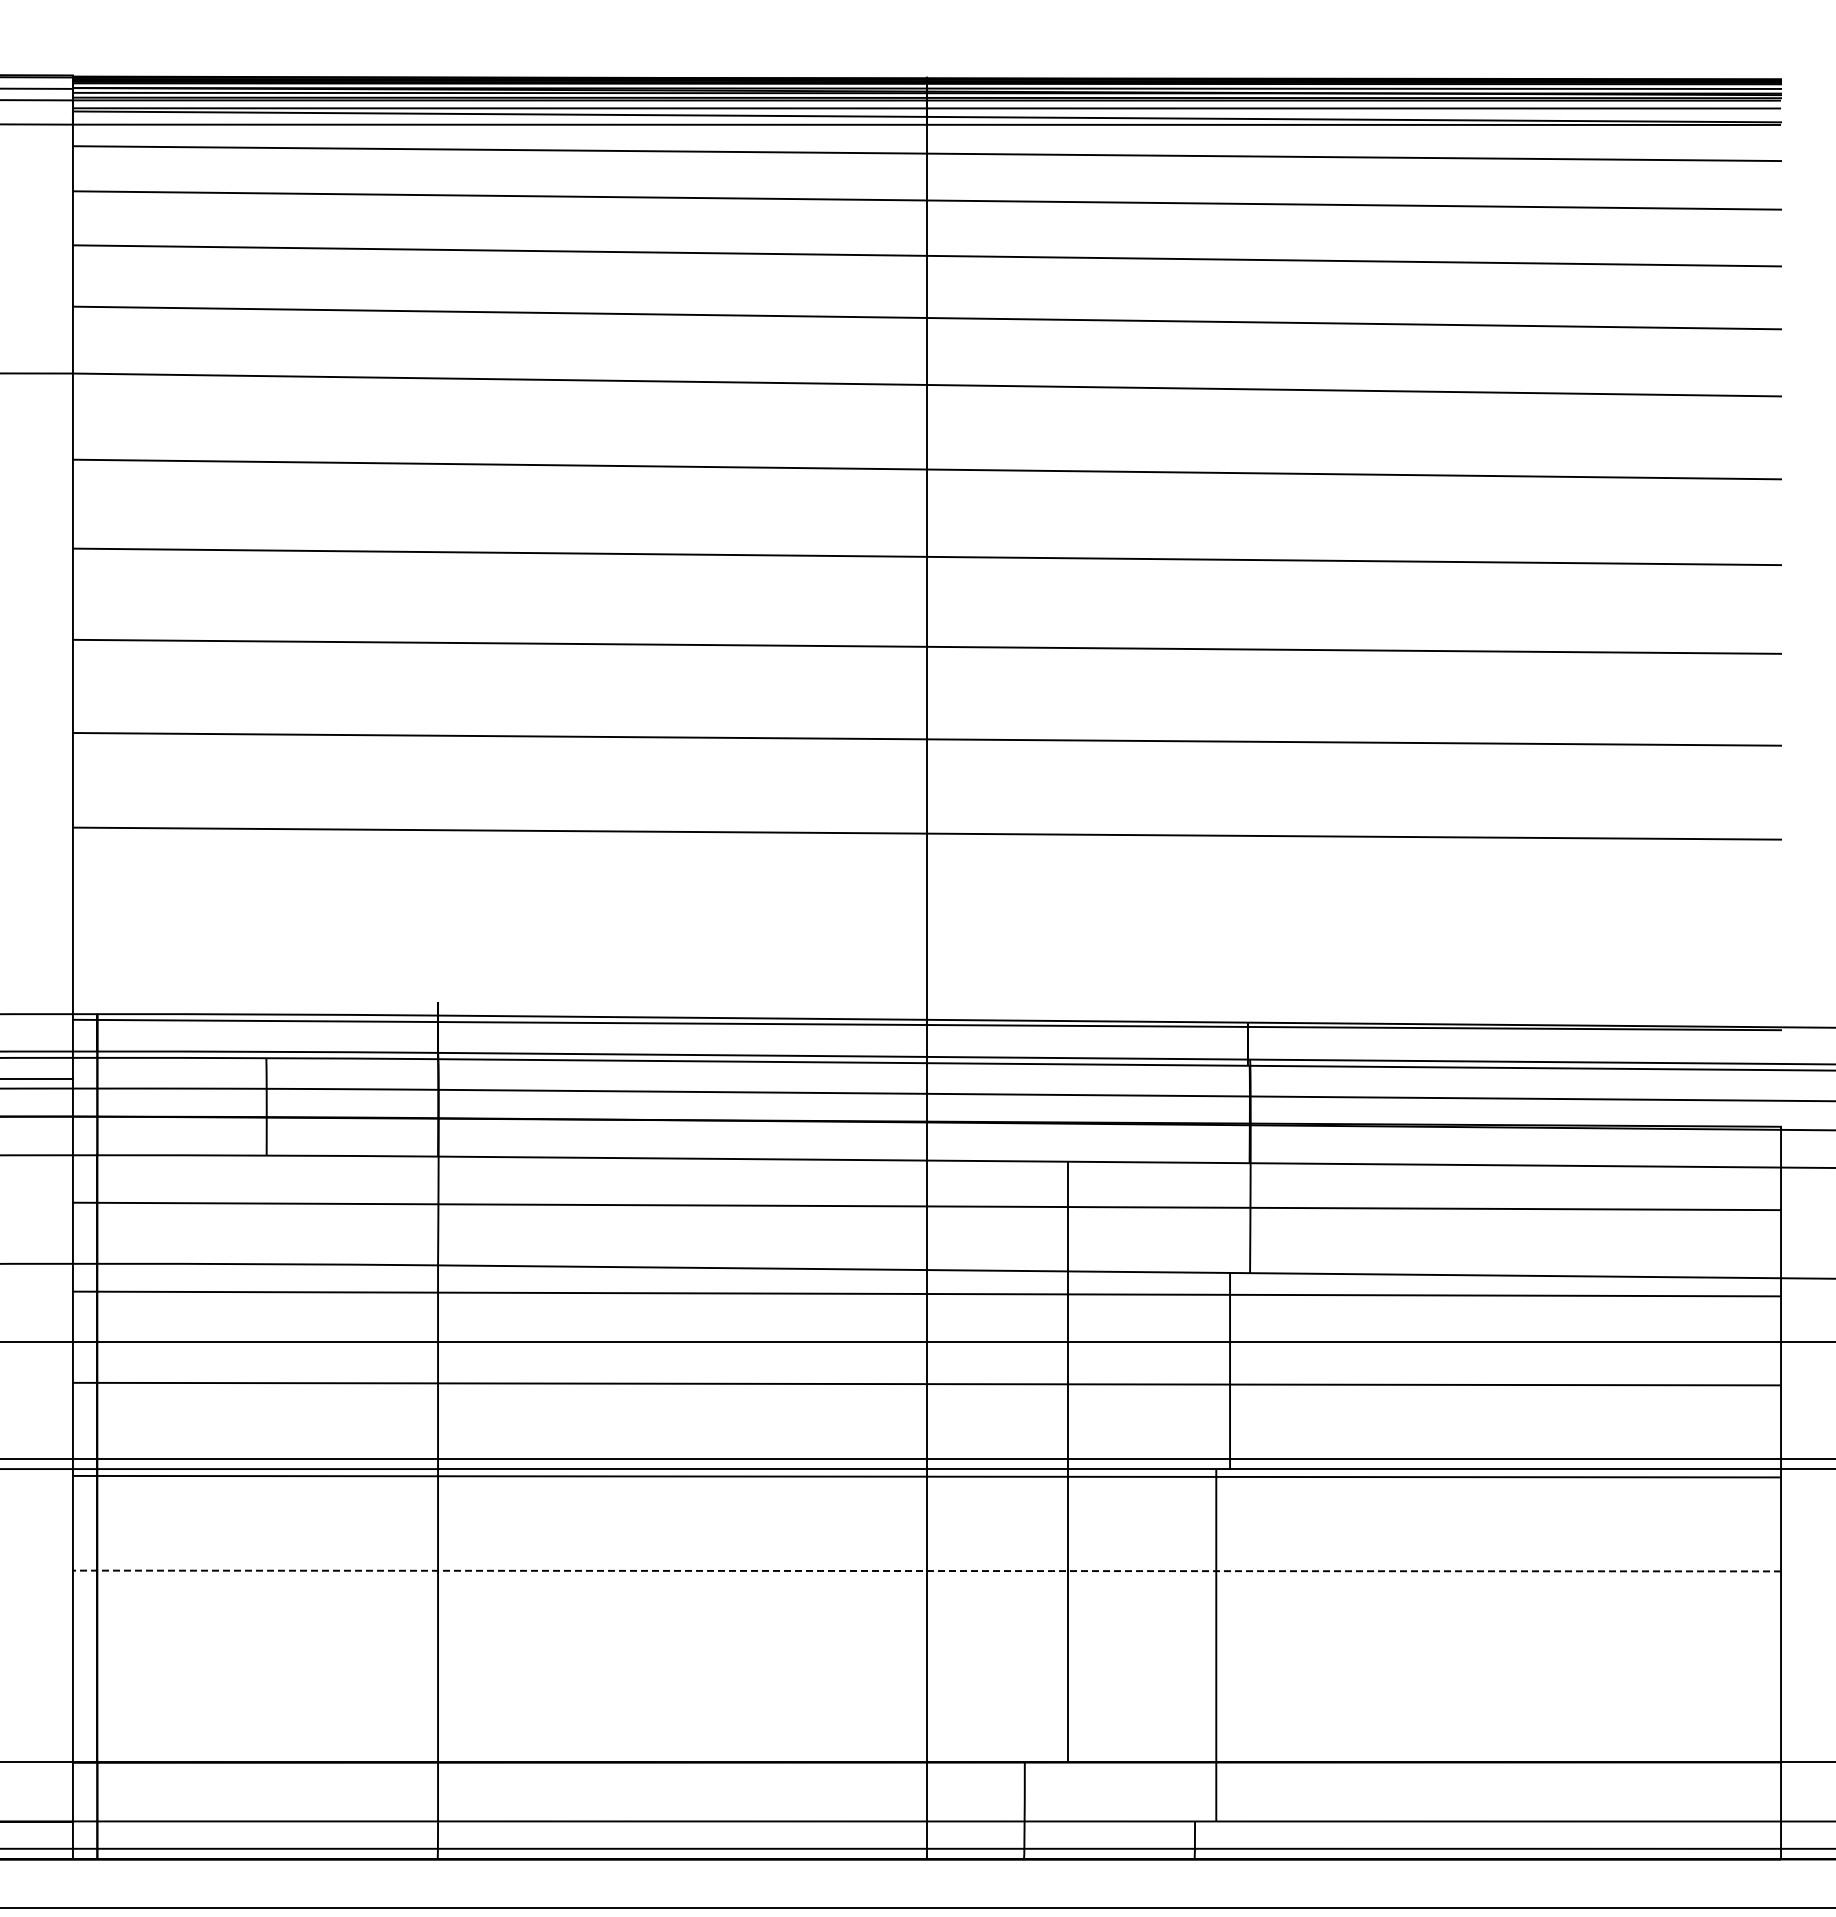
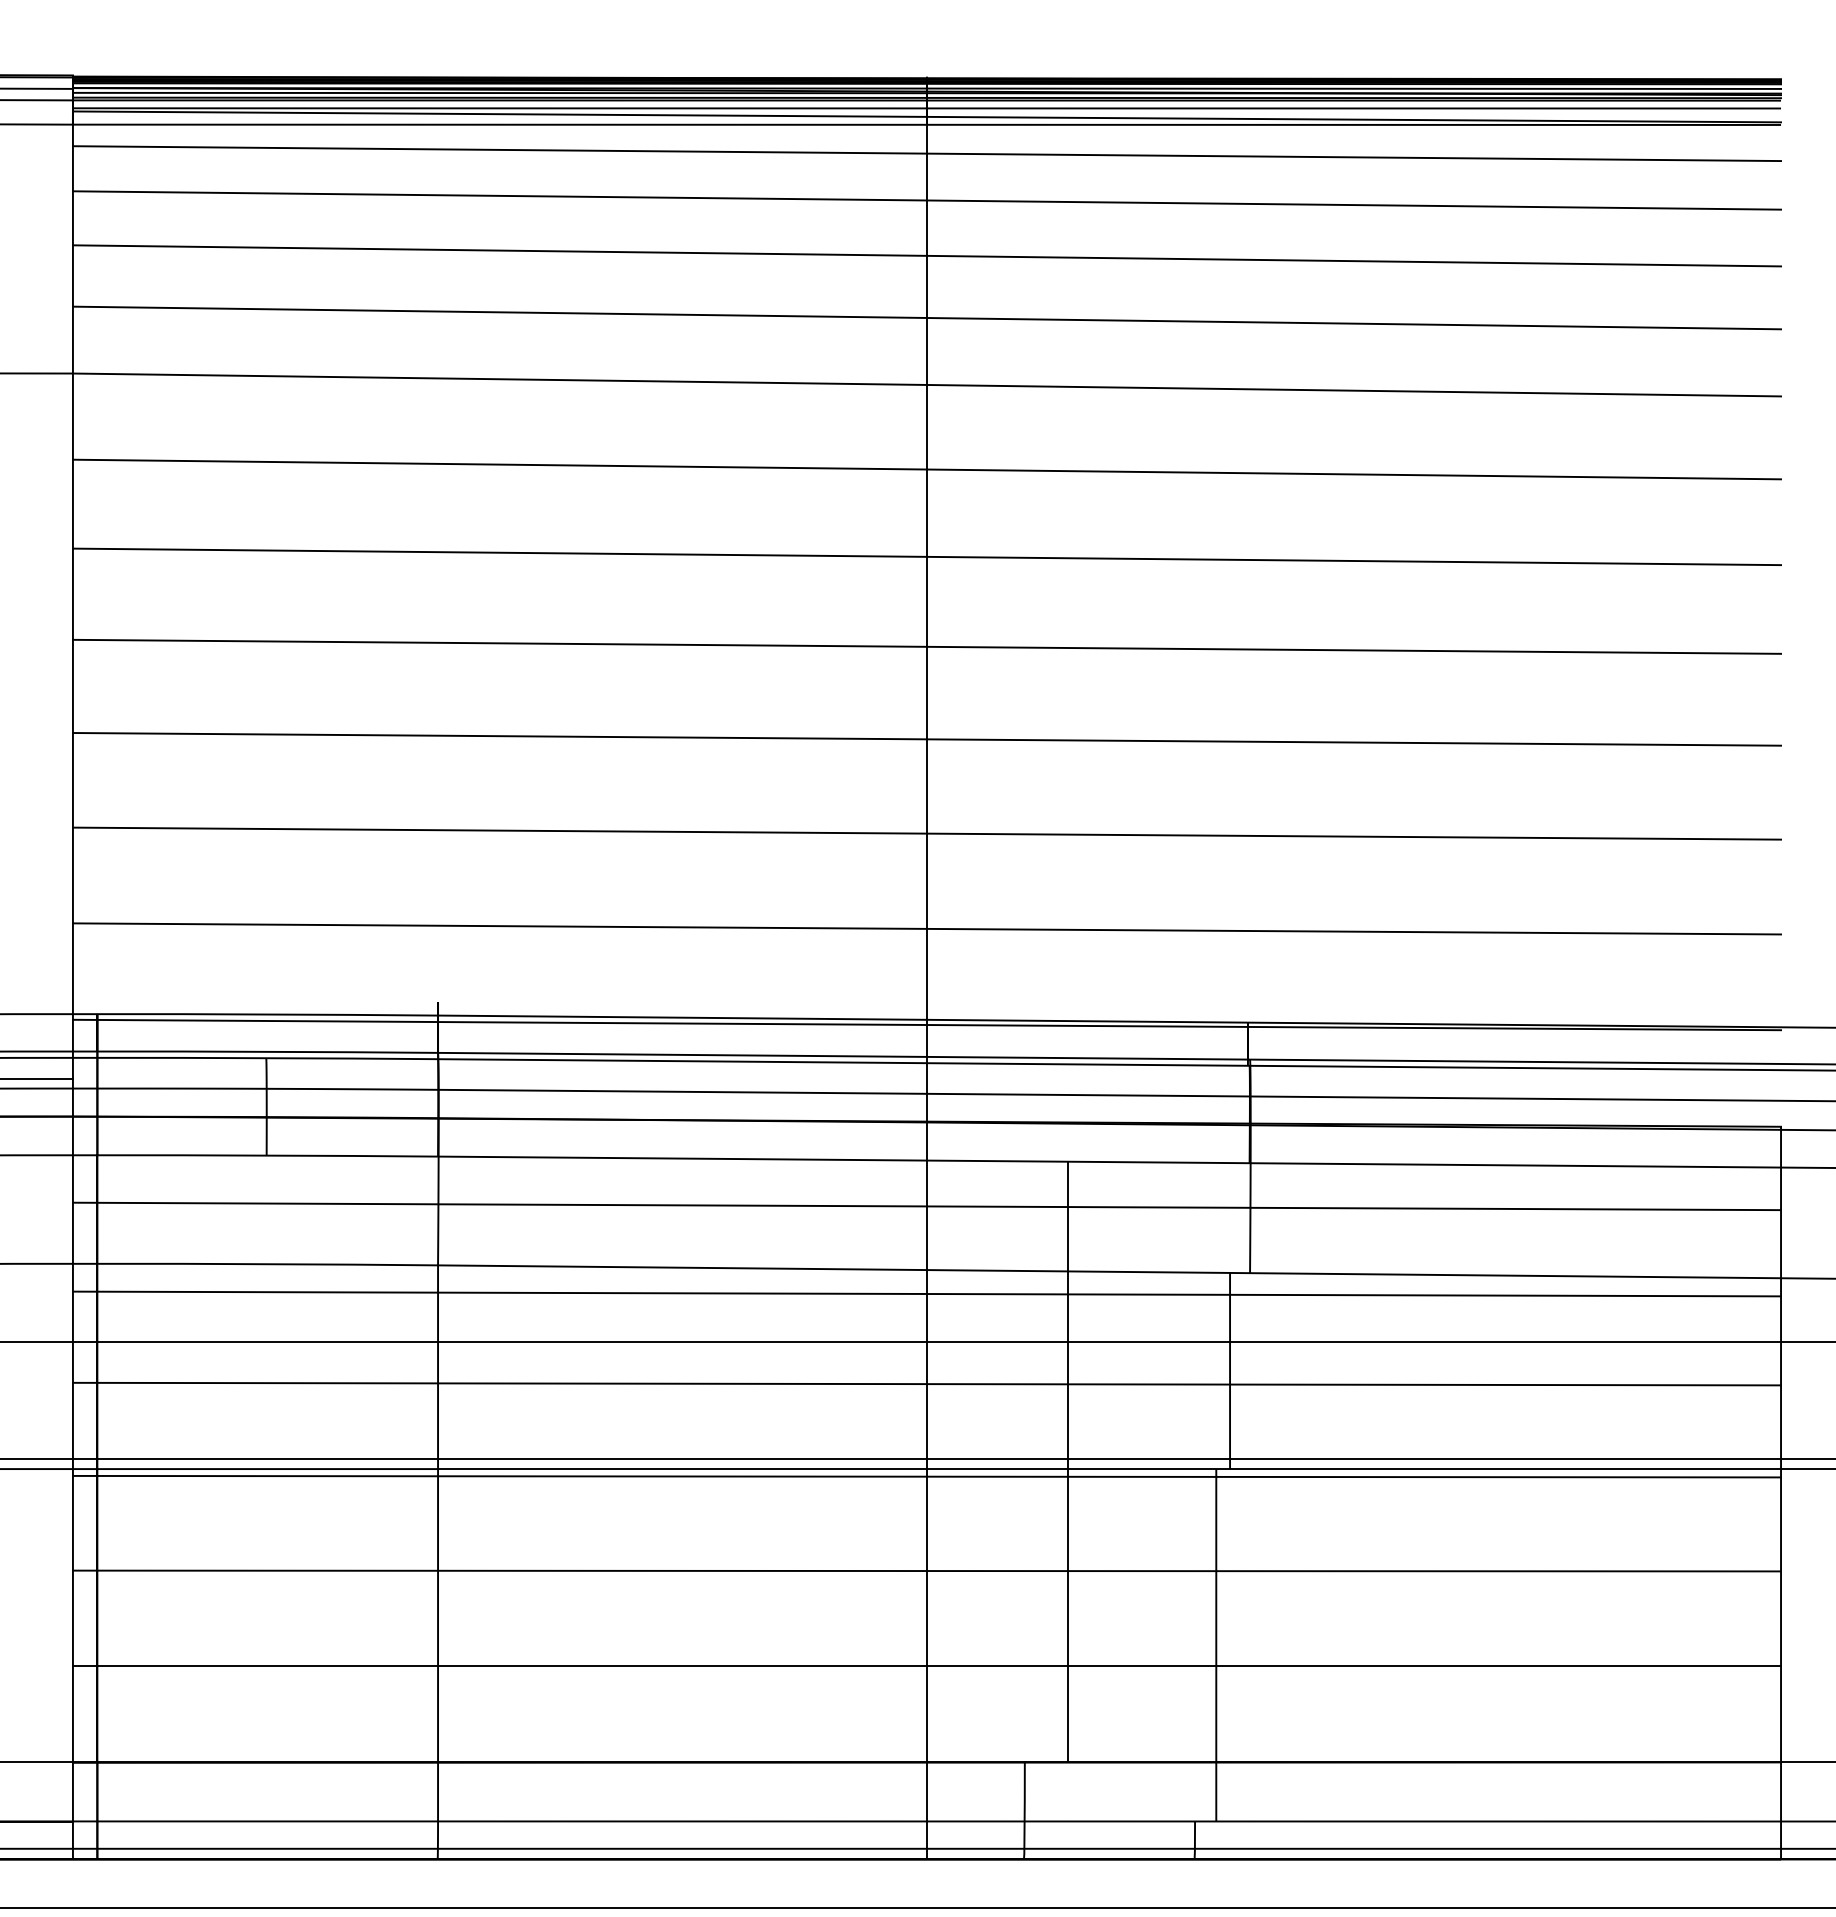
line at (926, 928): none -> present
line at (926, 1571): dashed -> solid
line at (926, 1666): none -> present
